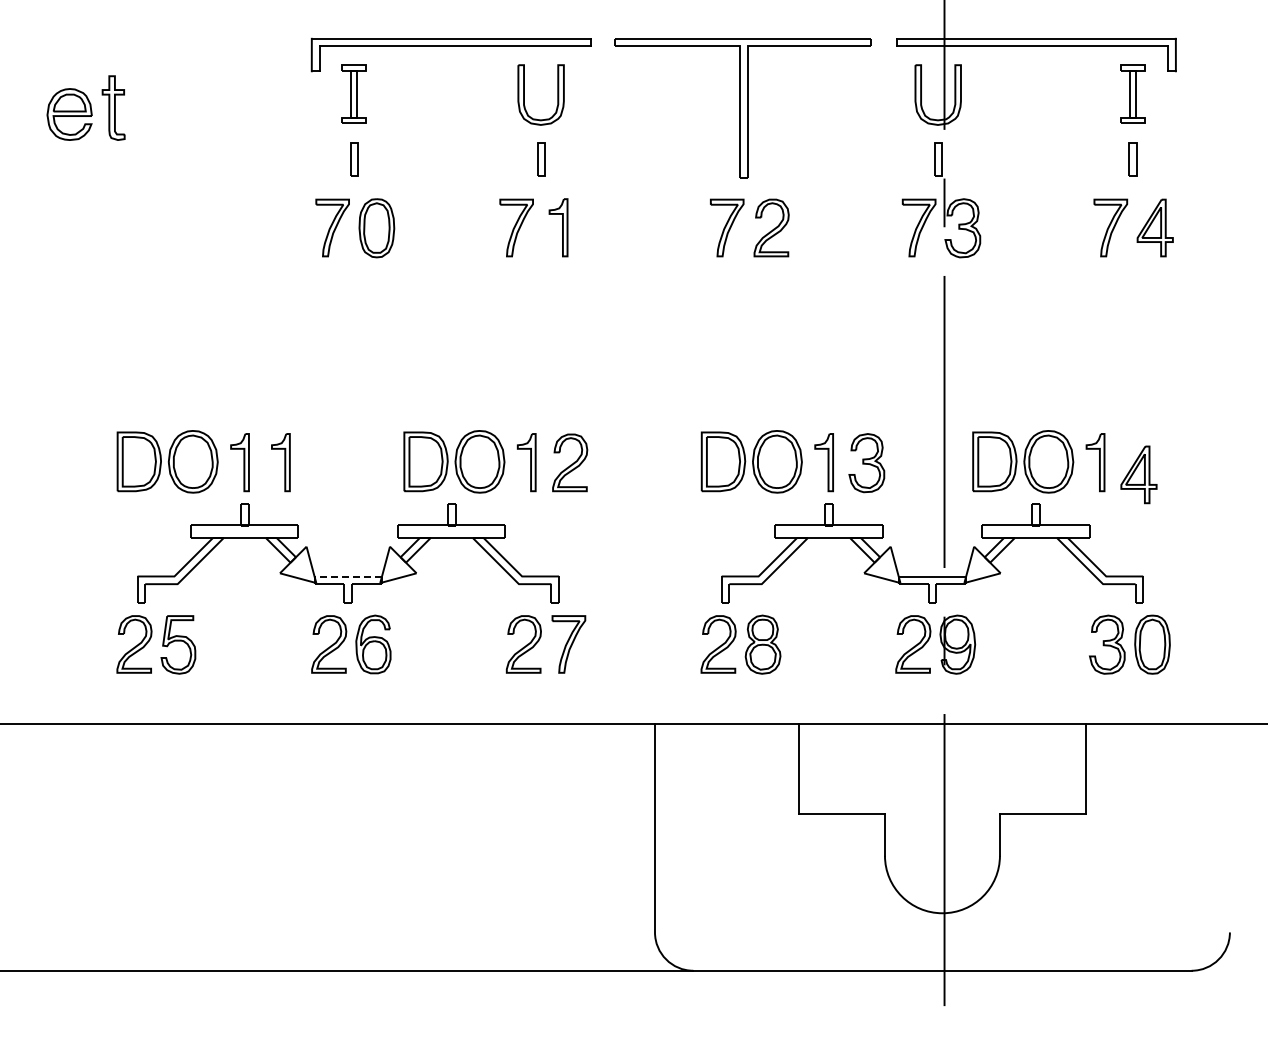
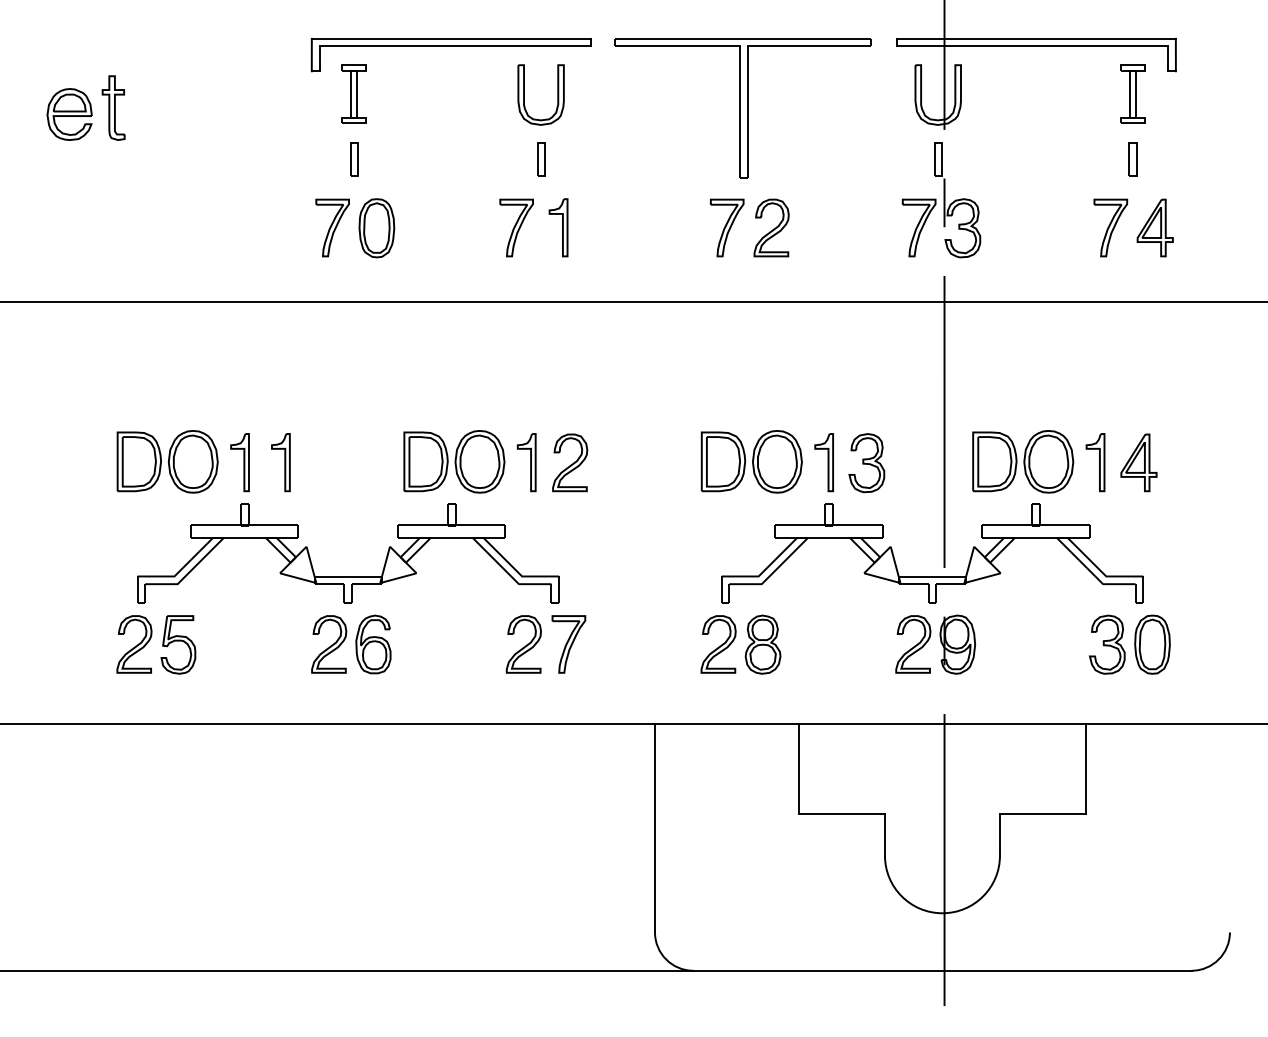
line at (633, 302): none -> present
part at (1138, 474) position: (1138, 474) -> (1138, 462)
line at (348, 576): dashed -> solid
